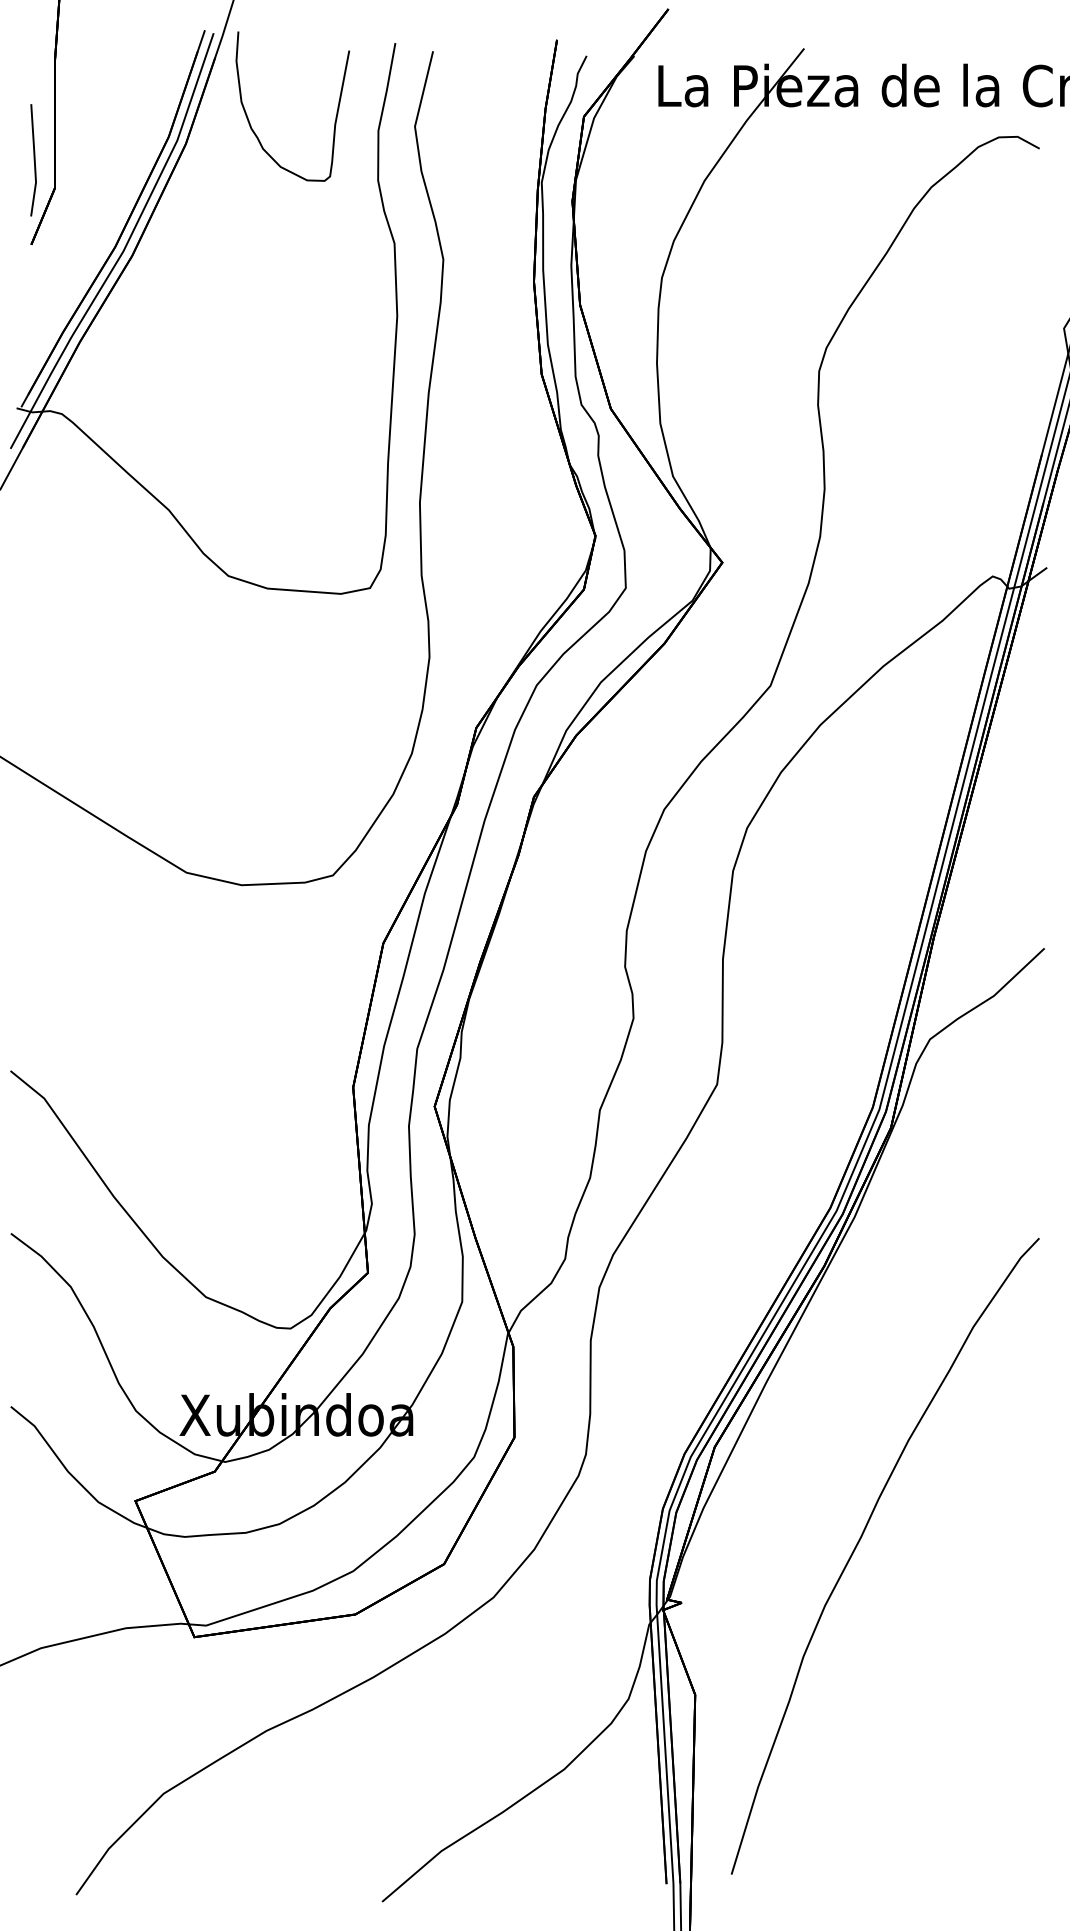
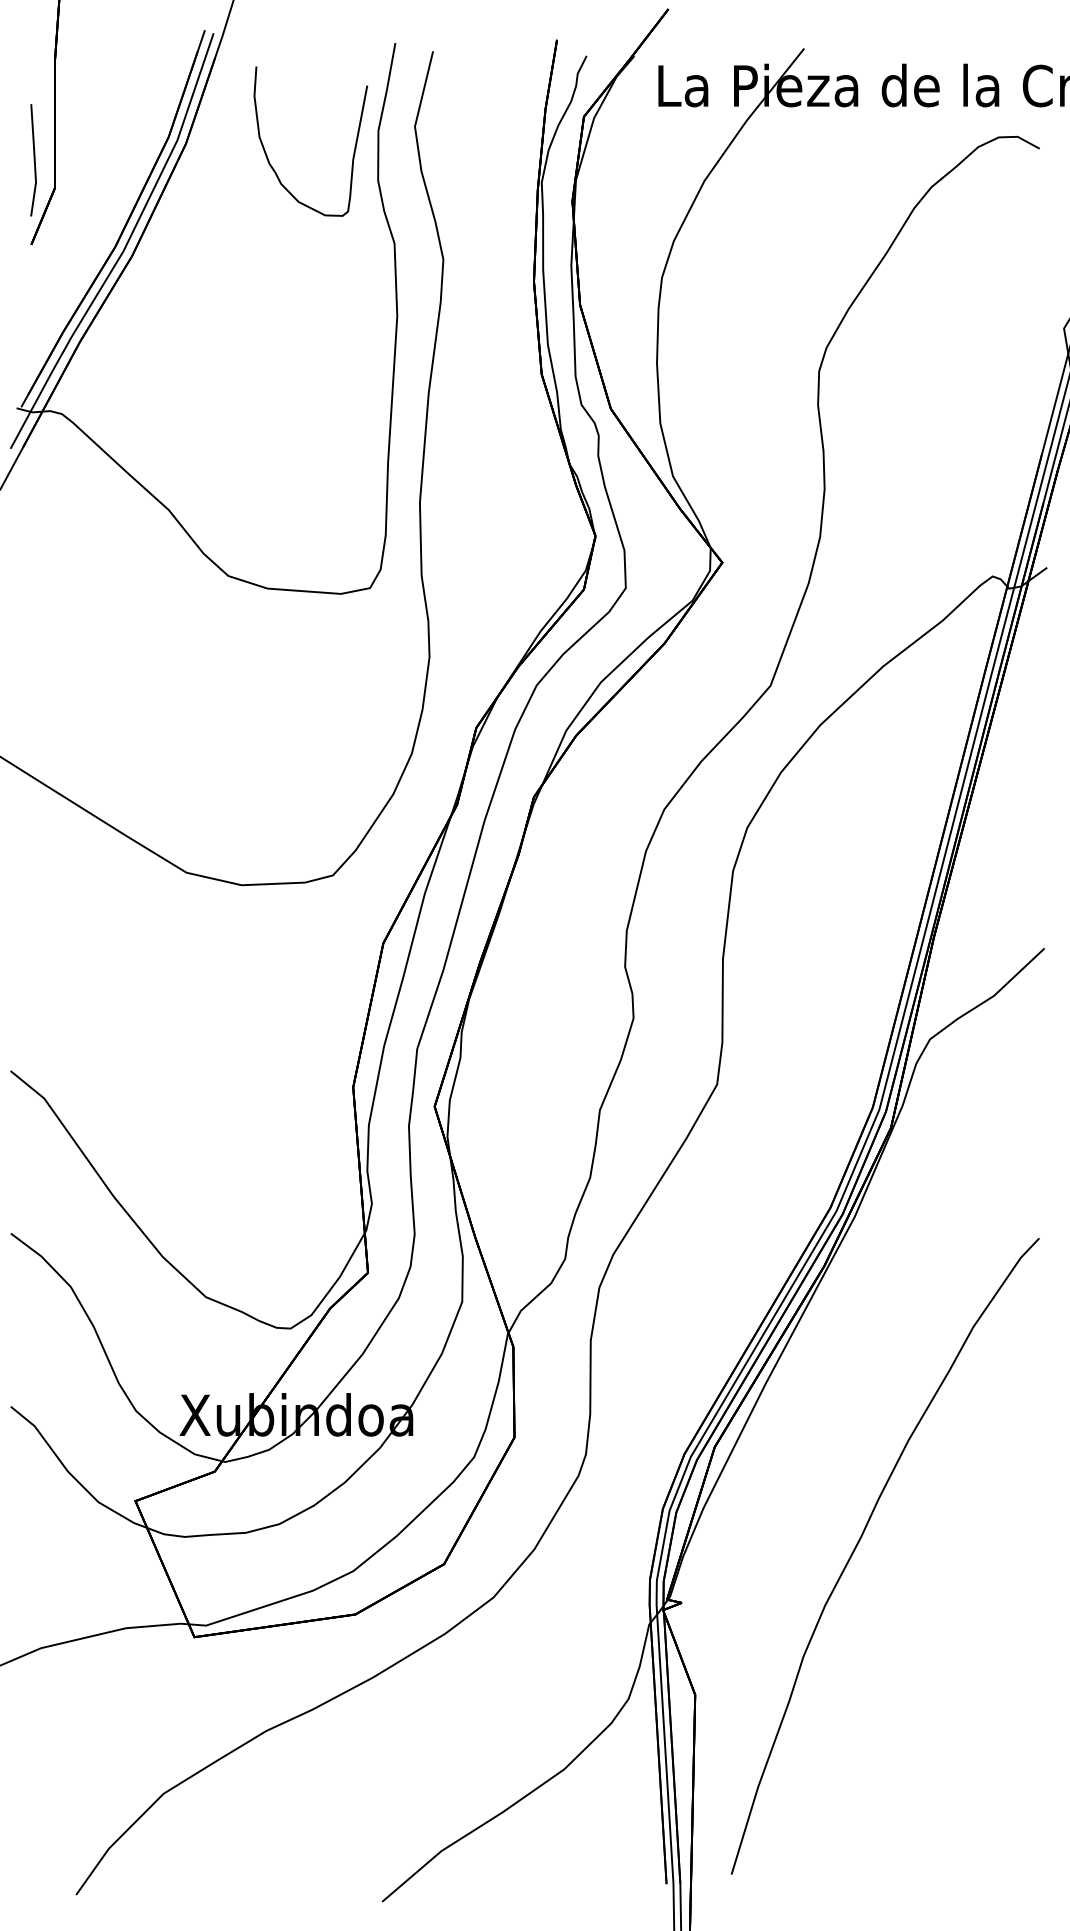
part at (335, 116) position: (335, 116) -> (353, 151)
